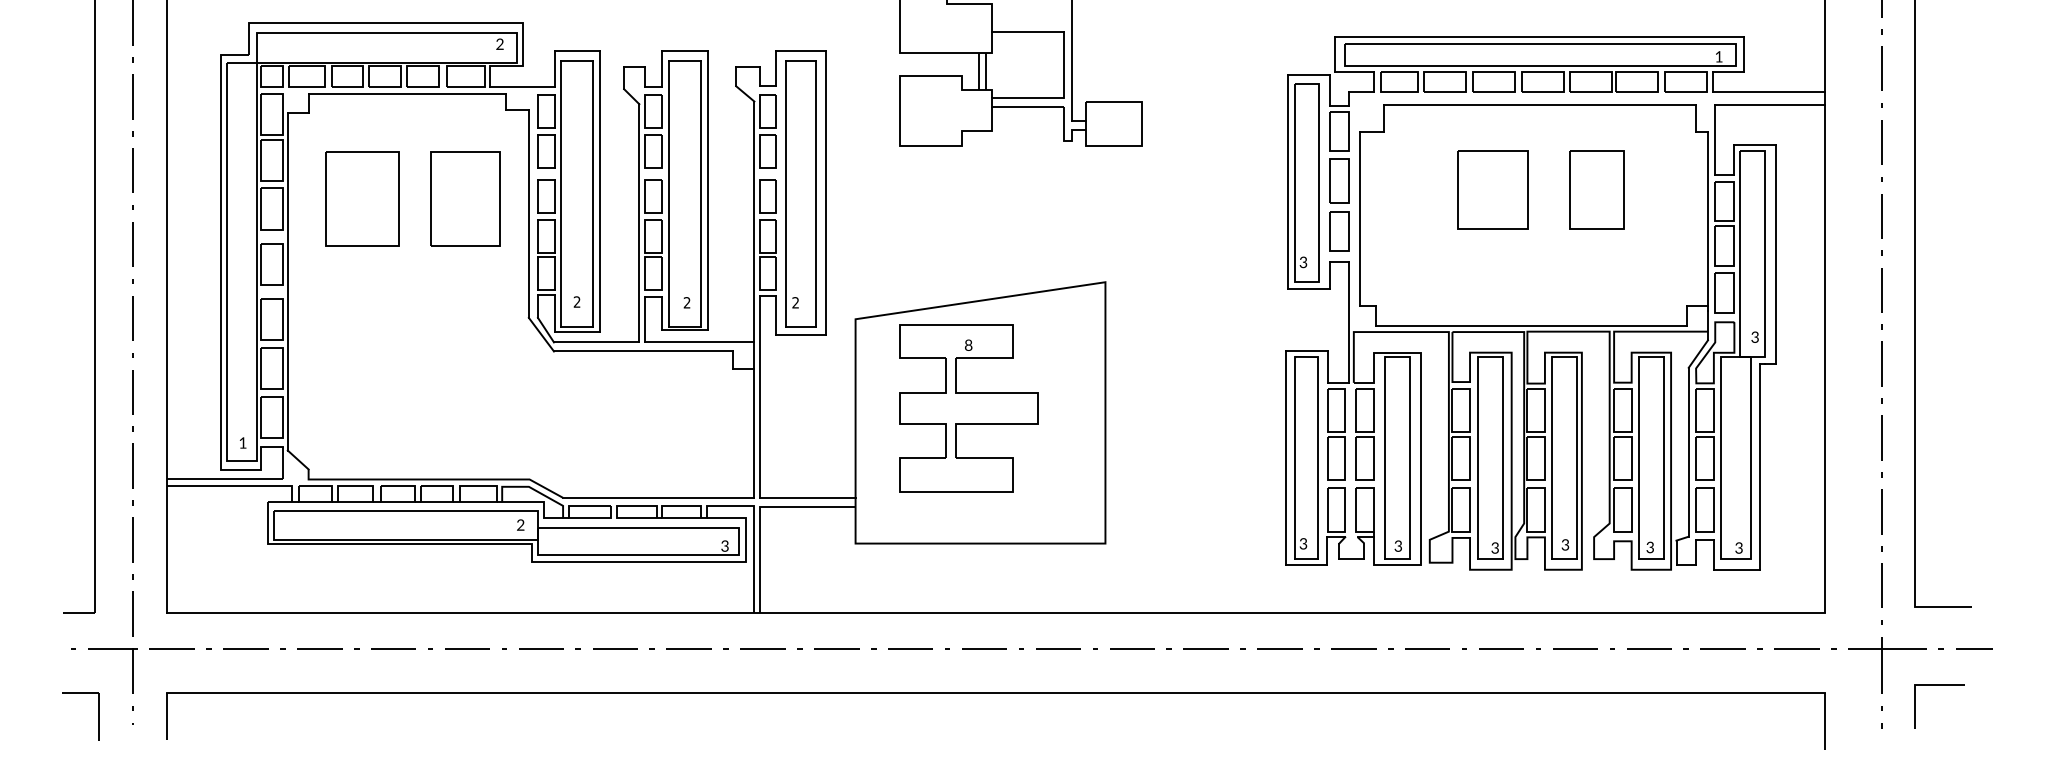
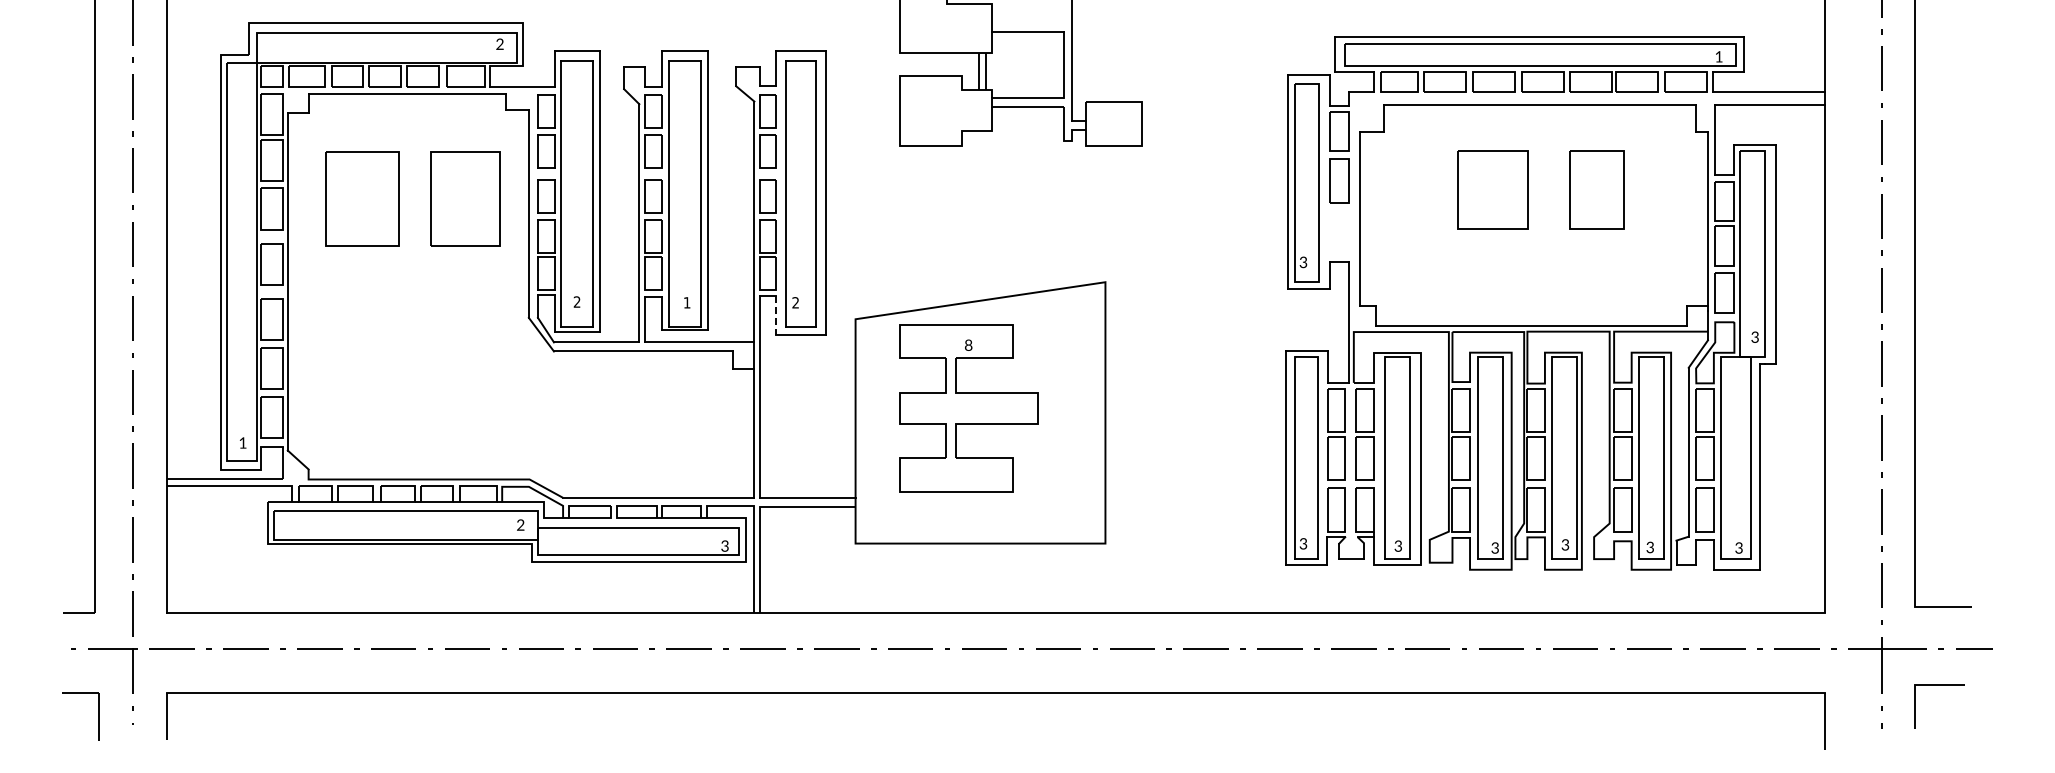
part at (1339, 231): present -> none
text at (686, 302): 2 -> 1
line at (776, 315): solid -> dashed
